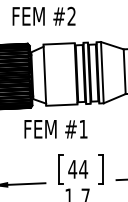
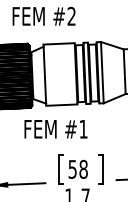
text at (78, 168): 44 -> 58
